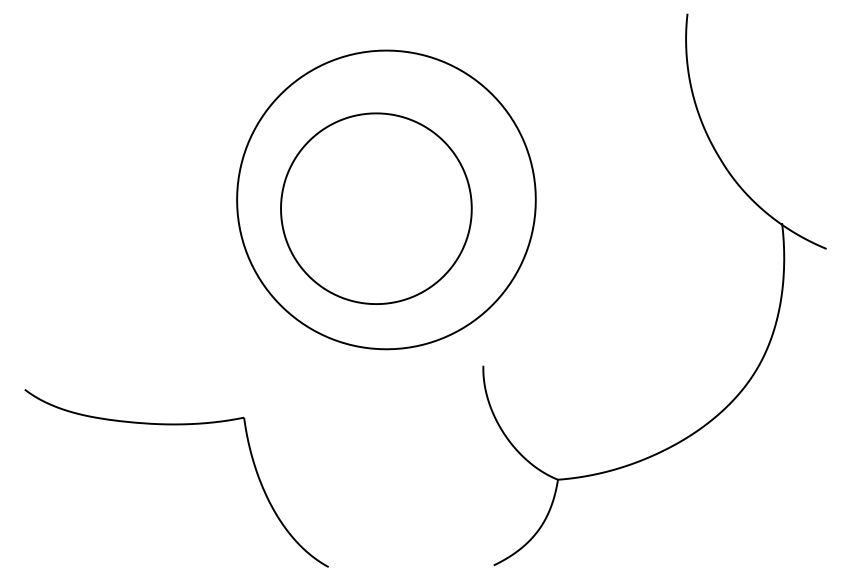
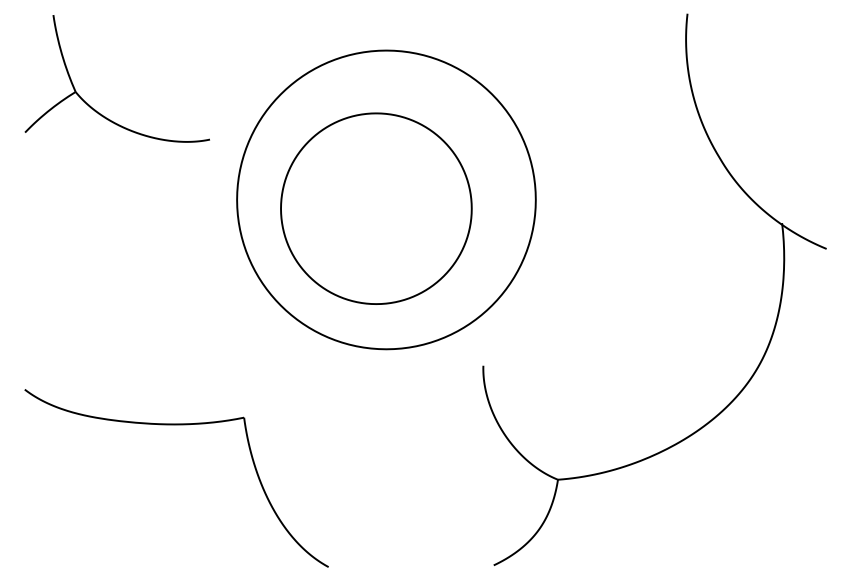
part at (95, 109): none -> present
